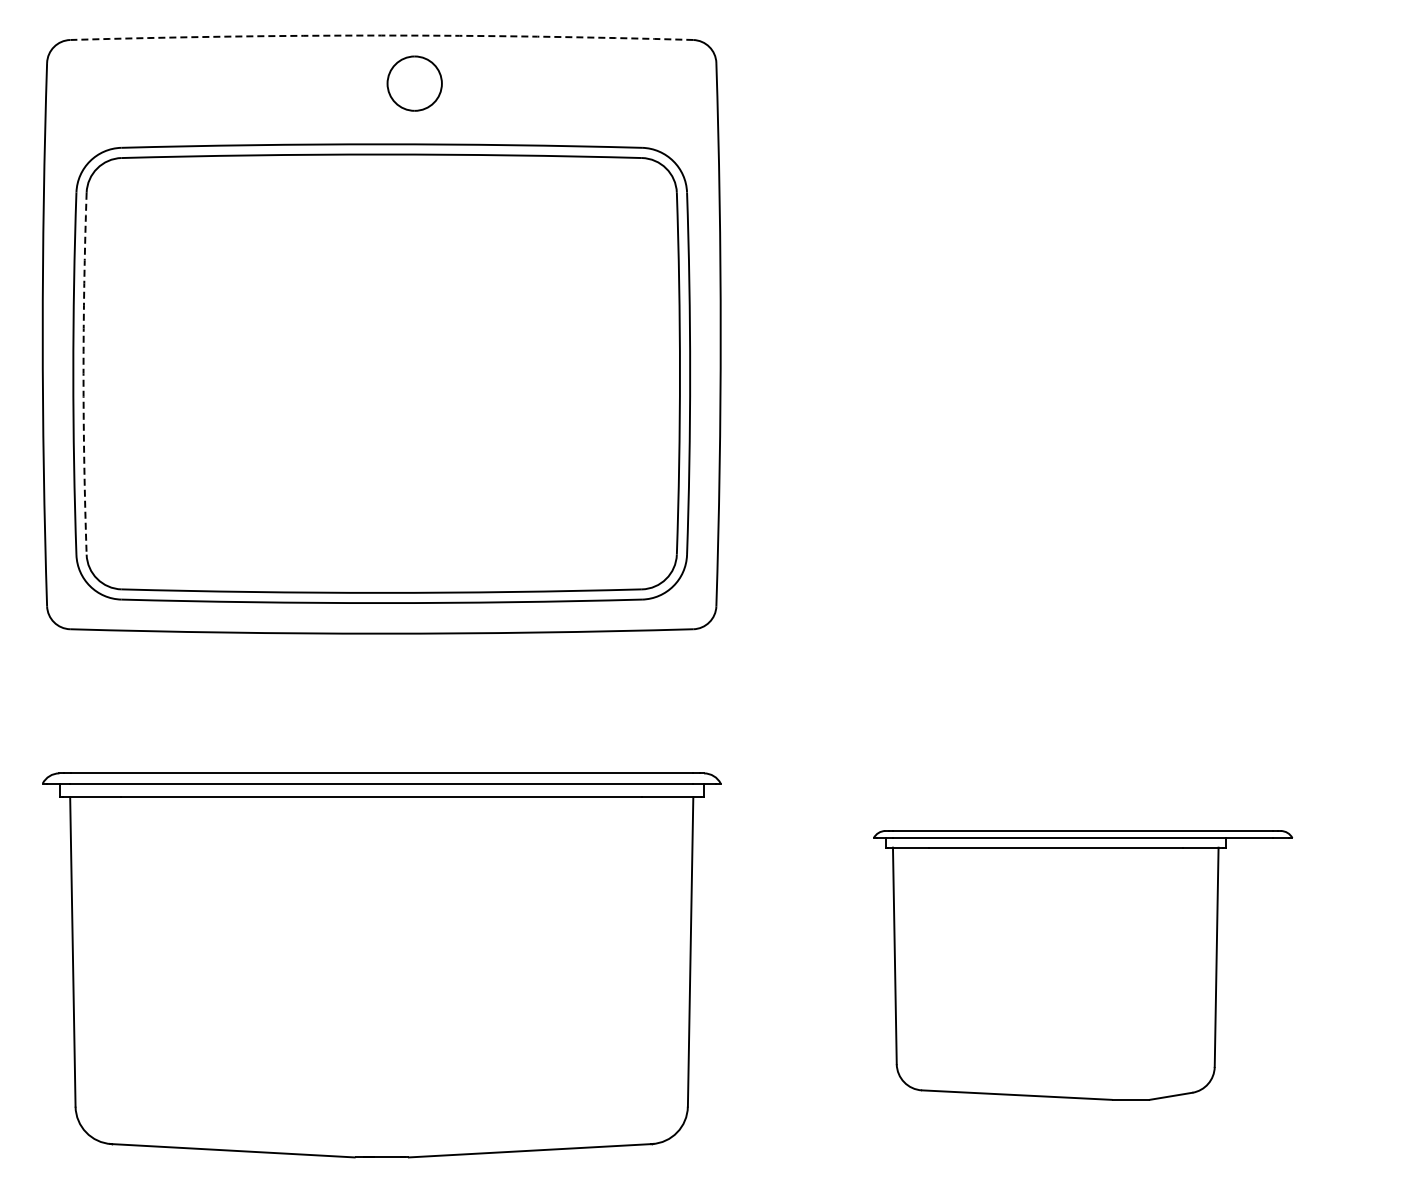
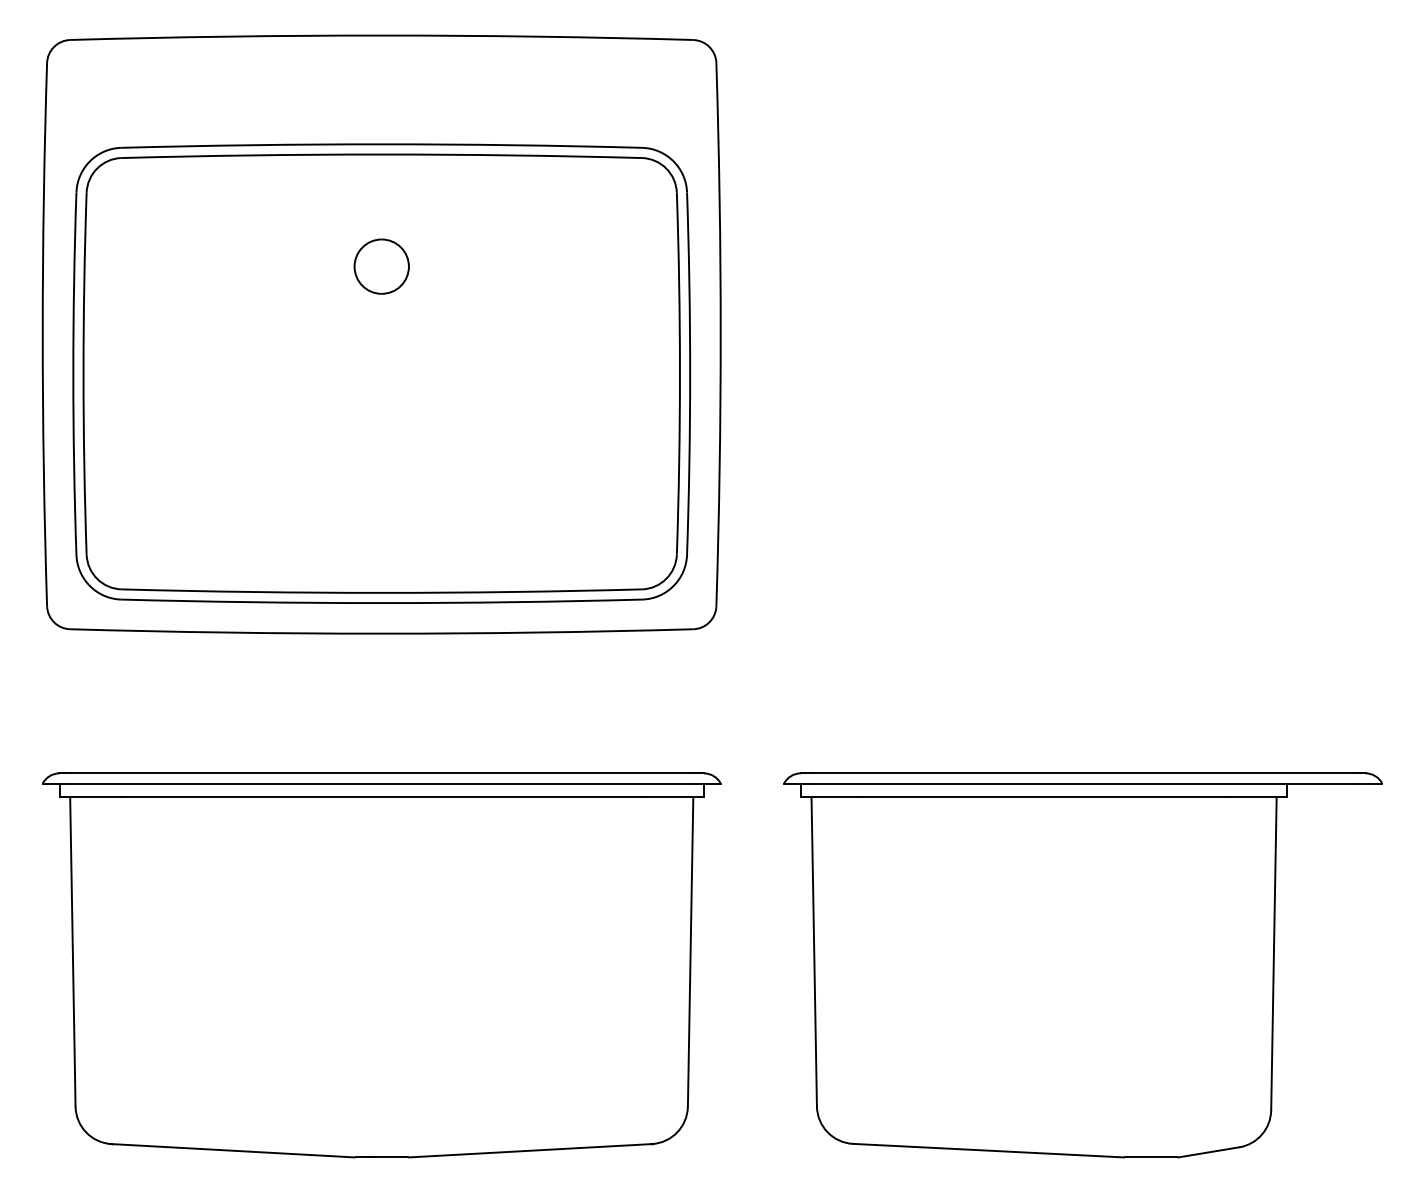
arc at (381, 35): dashed -> solid
part at (414, 83) position: (414, 83) -> (381, 266)
arc at (83, 373): dashed -> solid
part at (1083, 965) size: 421x271 px -> 600x387 px
